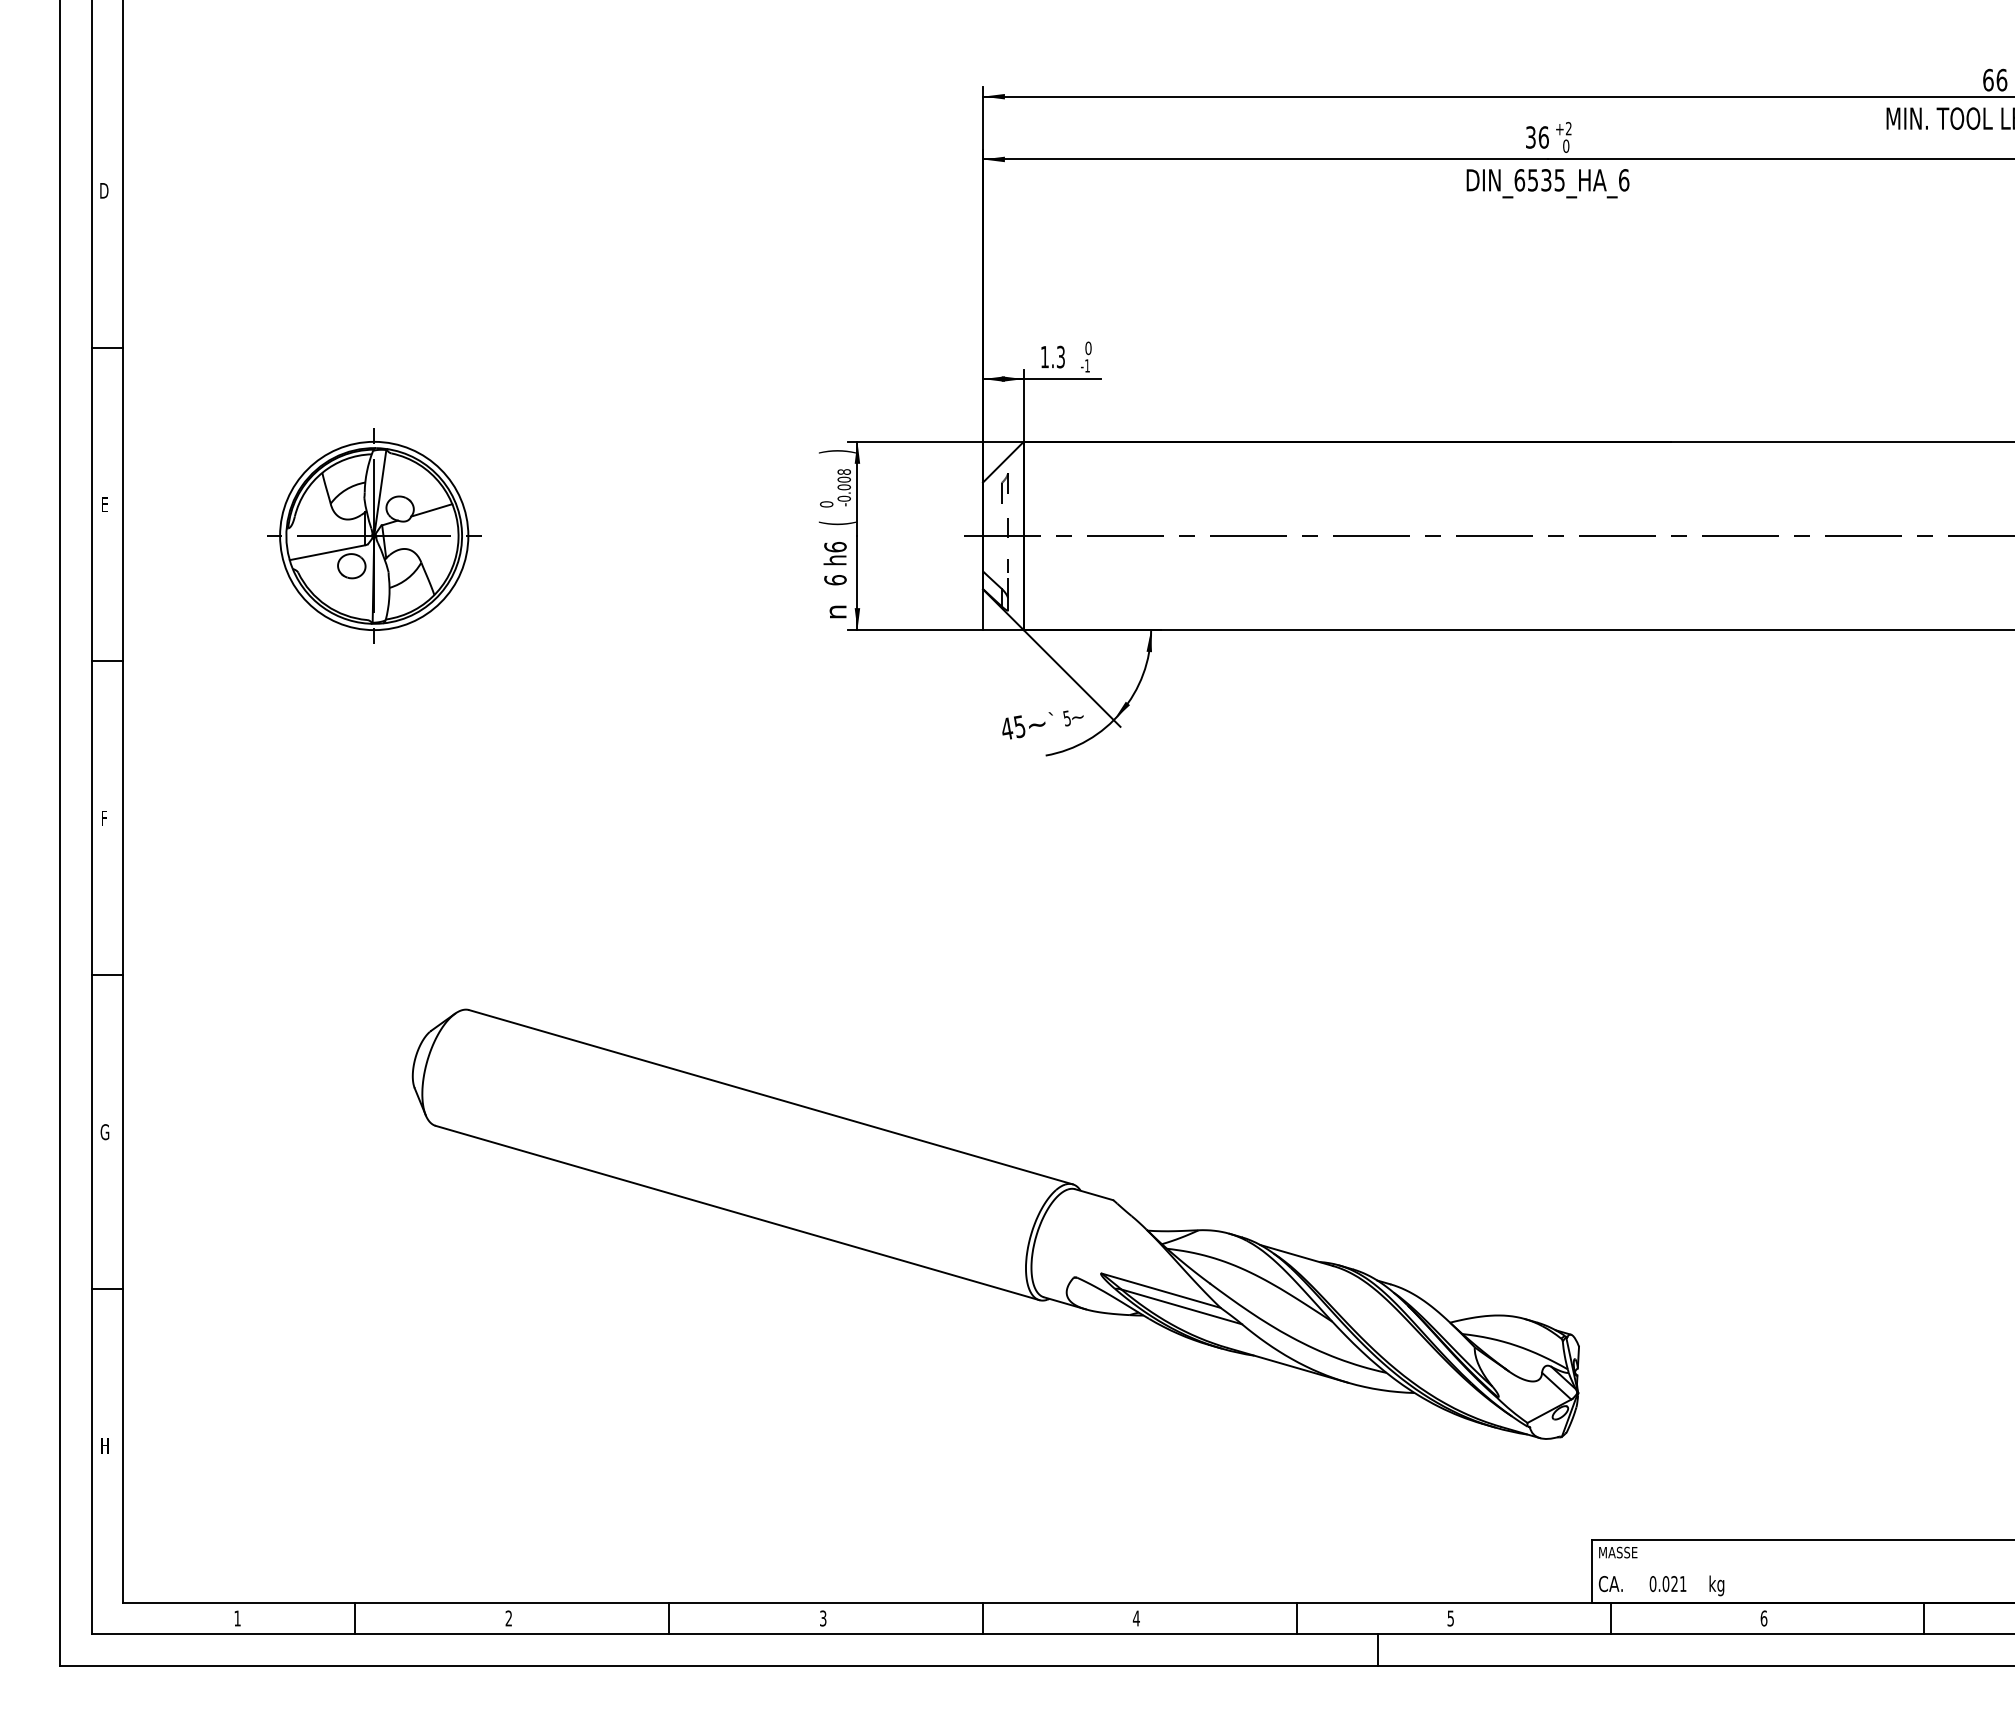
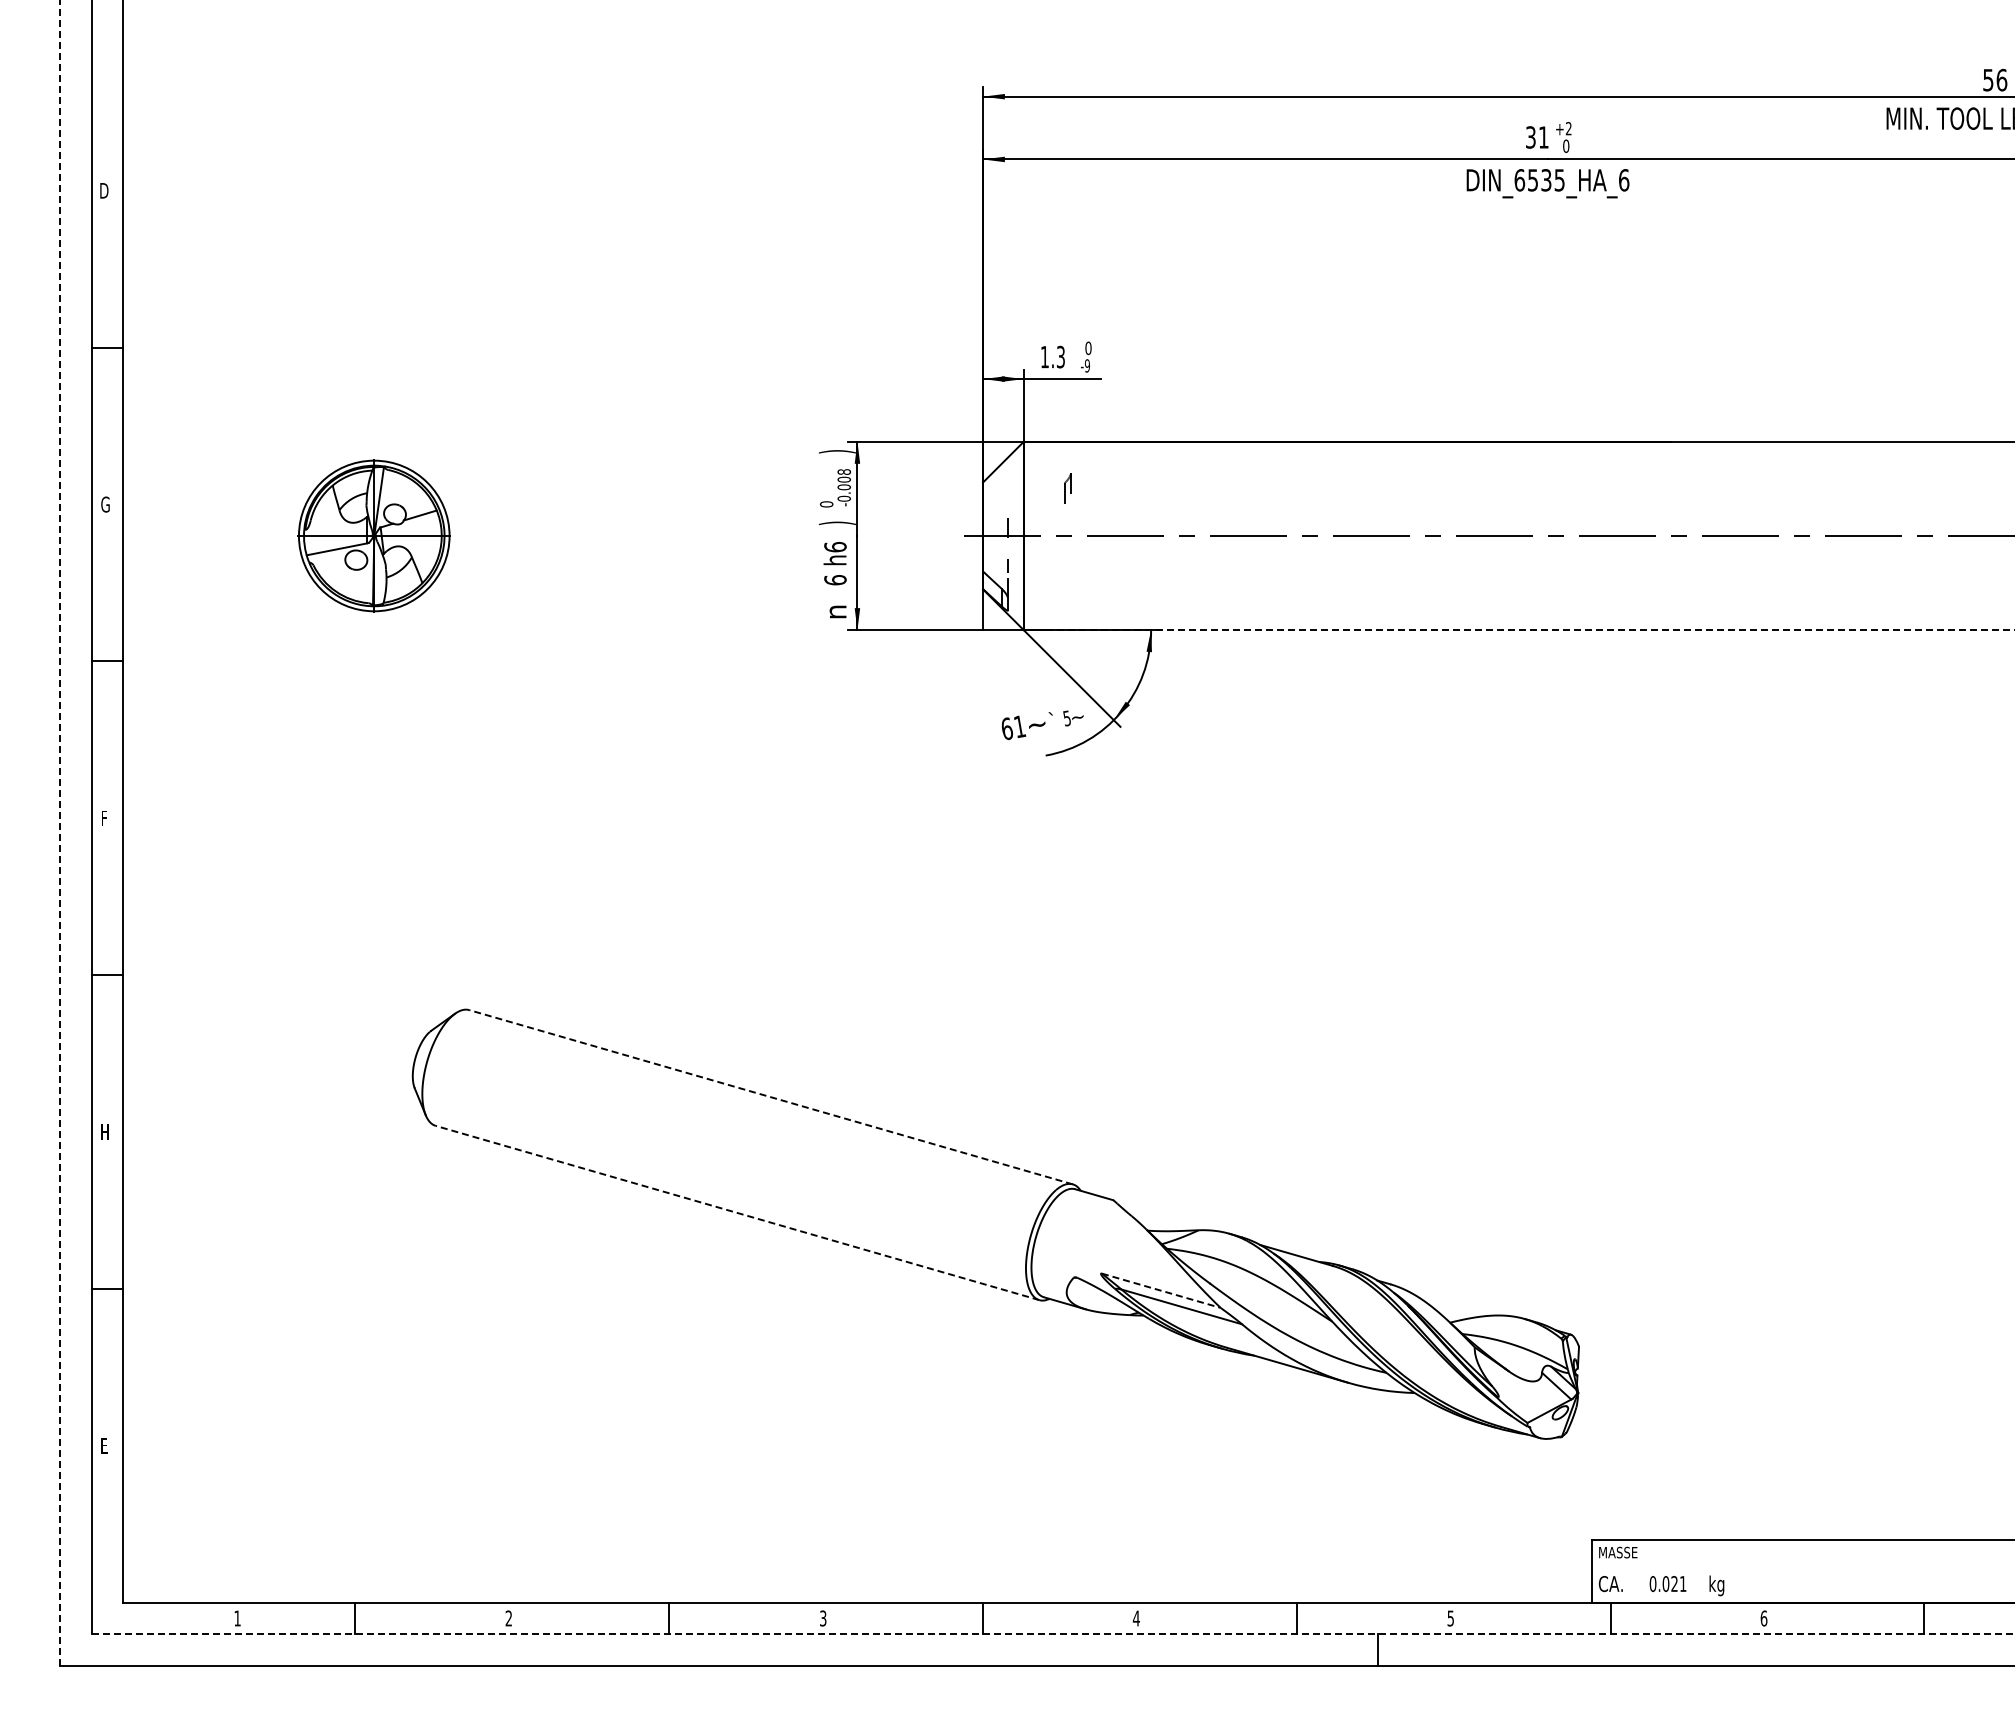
text at (1988, 79): 66 -> 56
text at (1543, 137): 36 -> 31
text at (1086, 365): -1 -> -9
part at (1004, 488) position: (1004, 488) -> (1067, 488)
text at (105, 504): E -> G
text at (836, 523): ( -> )
part at (374, 535) size: 215x216 px -> 154x154 px
line at (1519, 630): solid -> dashed
text at (1013, 727): 45 -> 61
line at (60, 832): solid -> dashed
line at (770, 1097): solid -> dashed
text at (104, 1132): G -> H
line at (737, 1212): solid -> dashed
line at (1161, 1290): solid -> dashed
text at (105, 1445): H -> E
line at (1053, 1634): solid -> dashed
